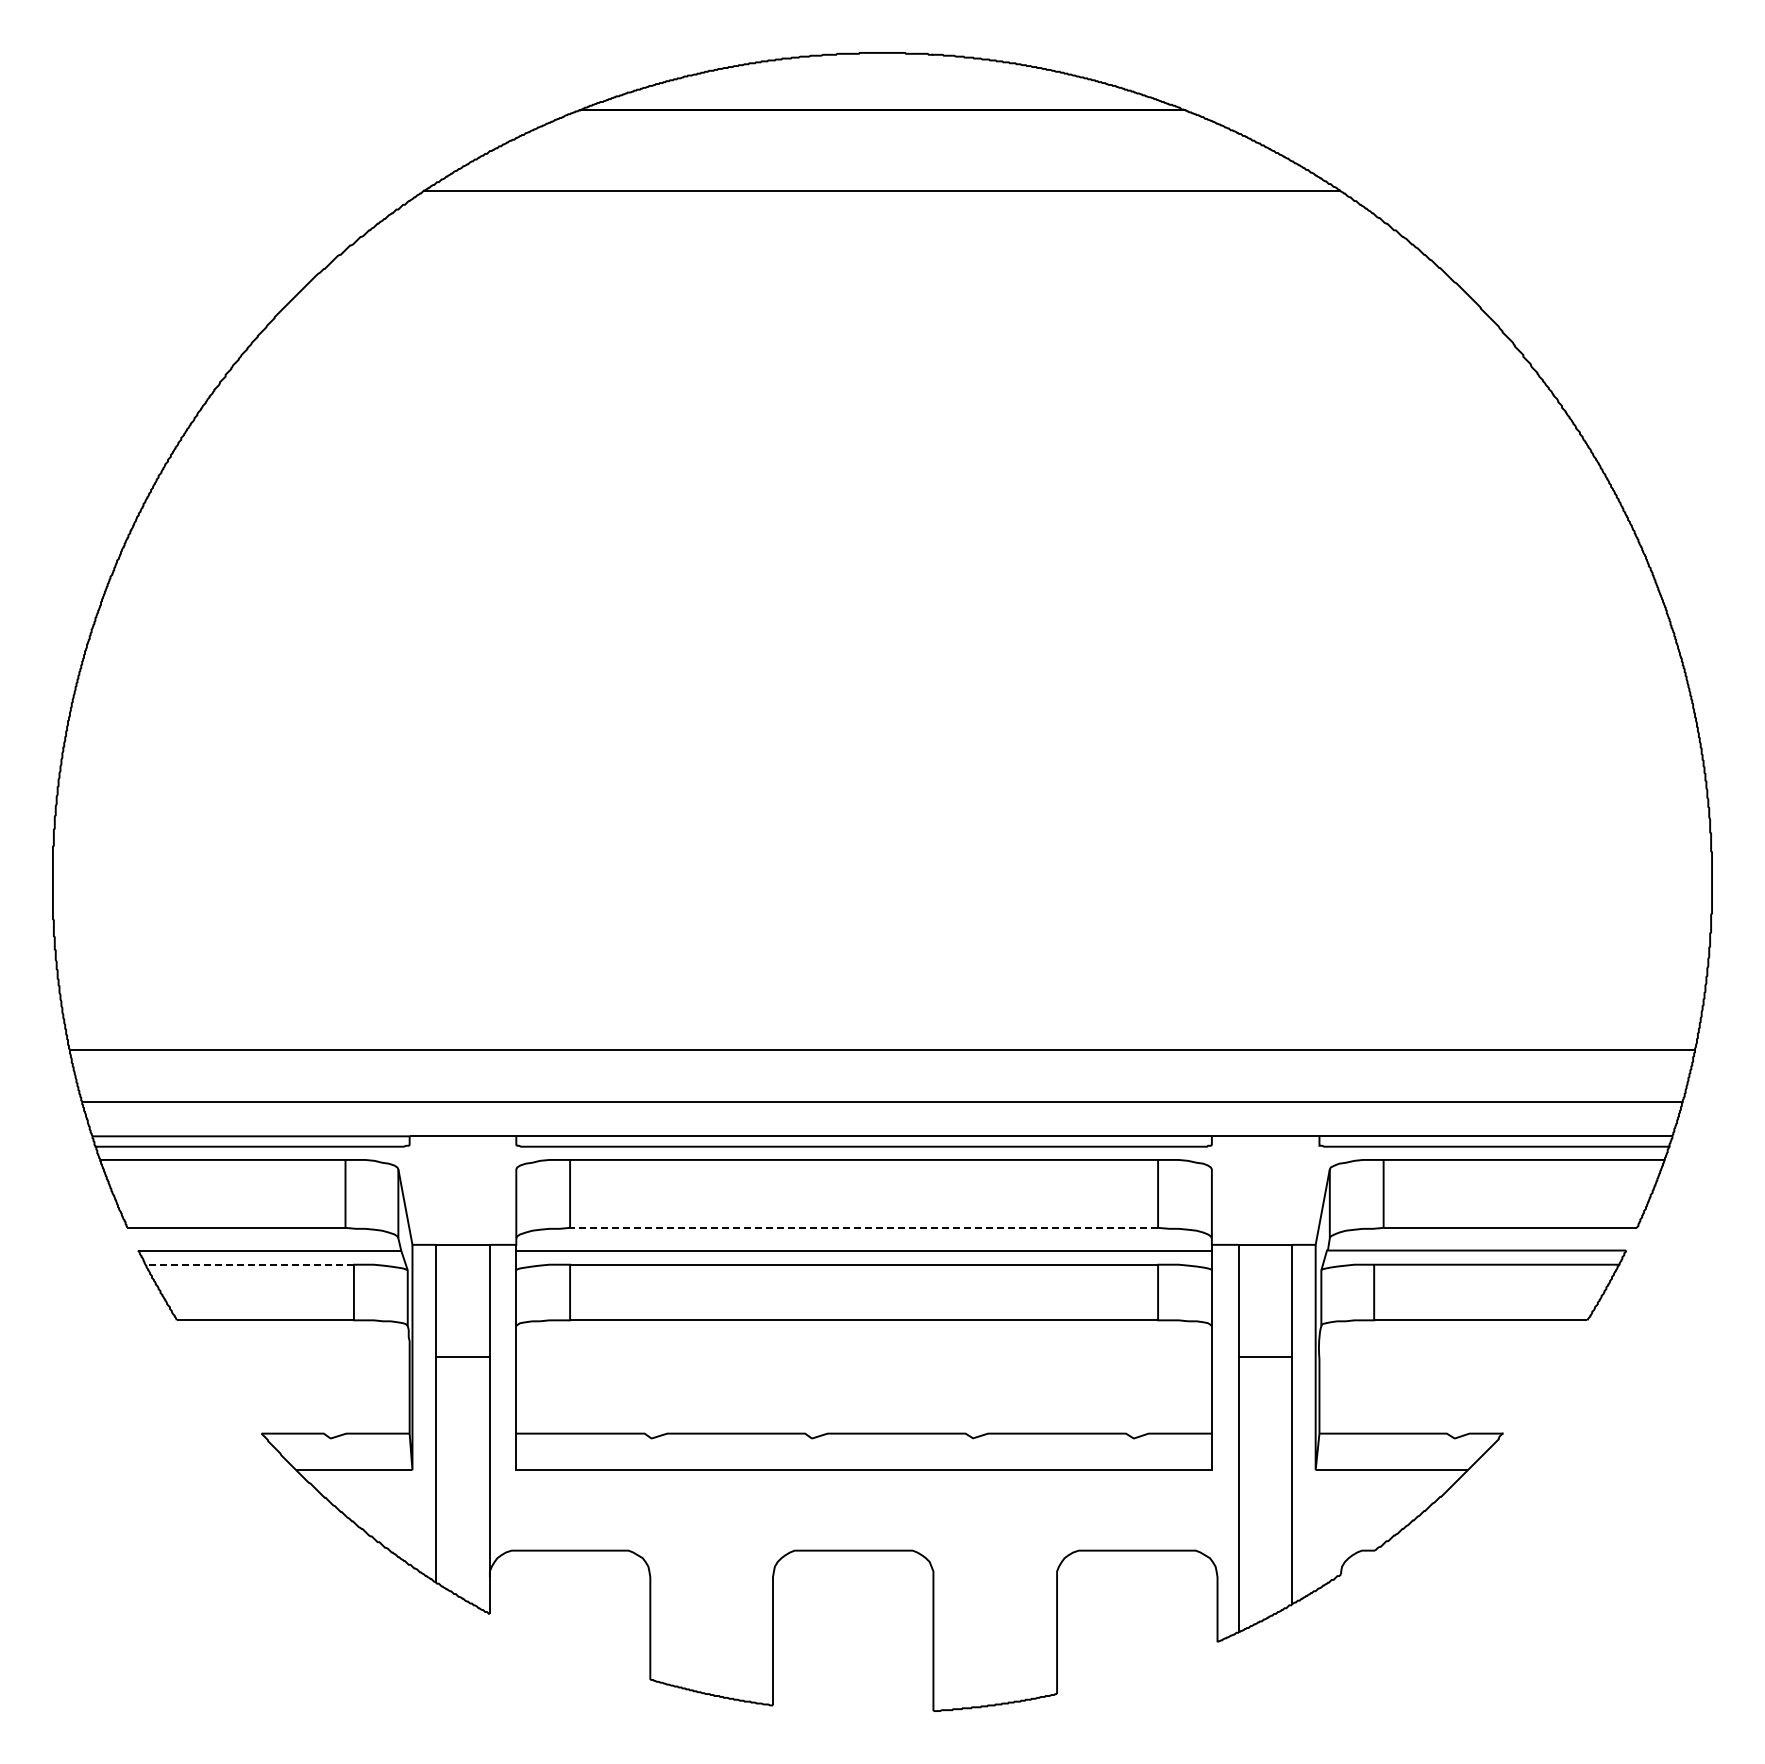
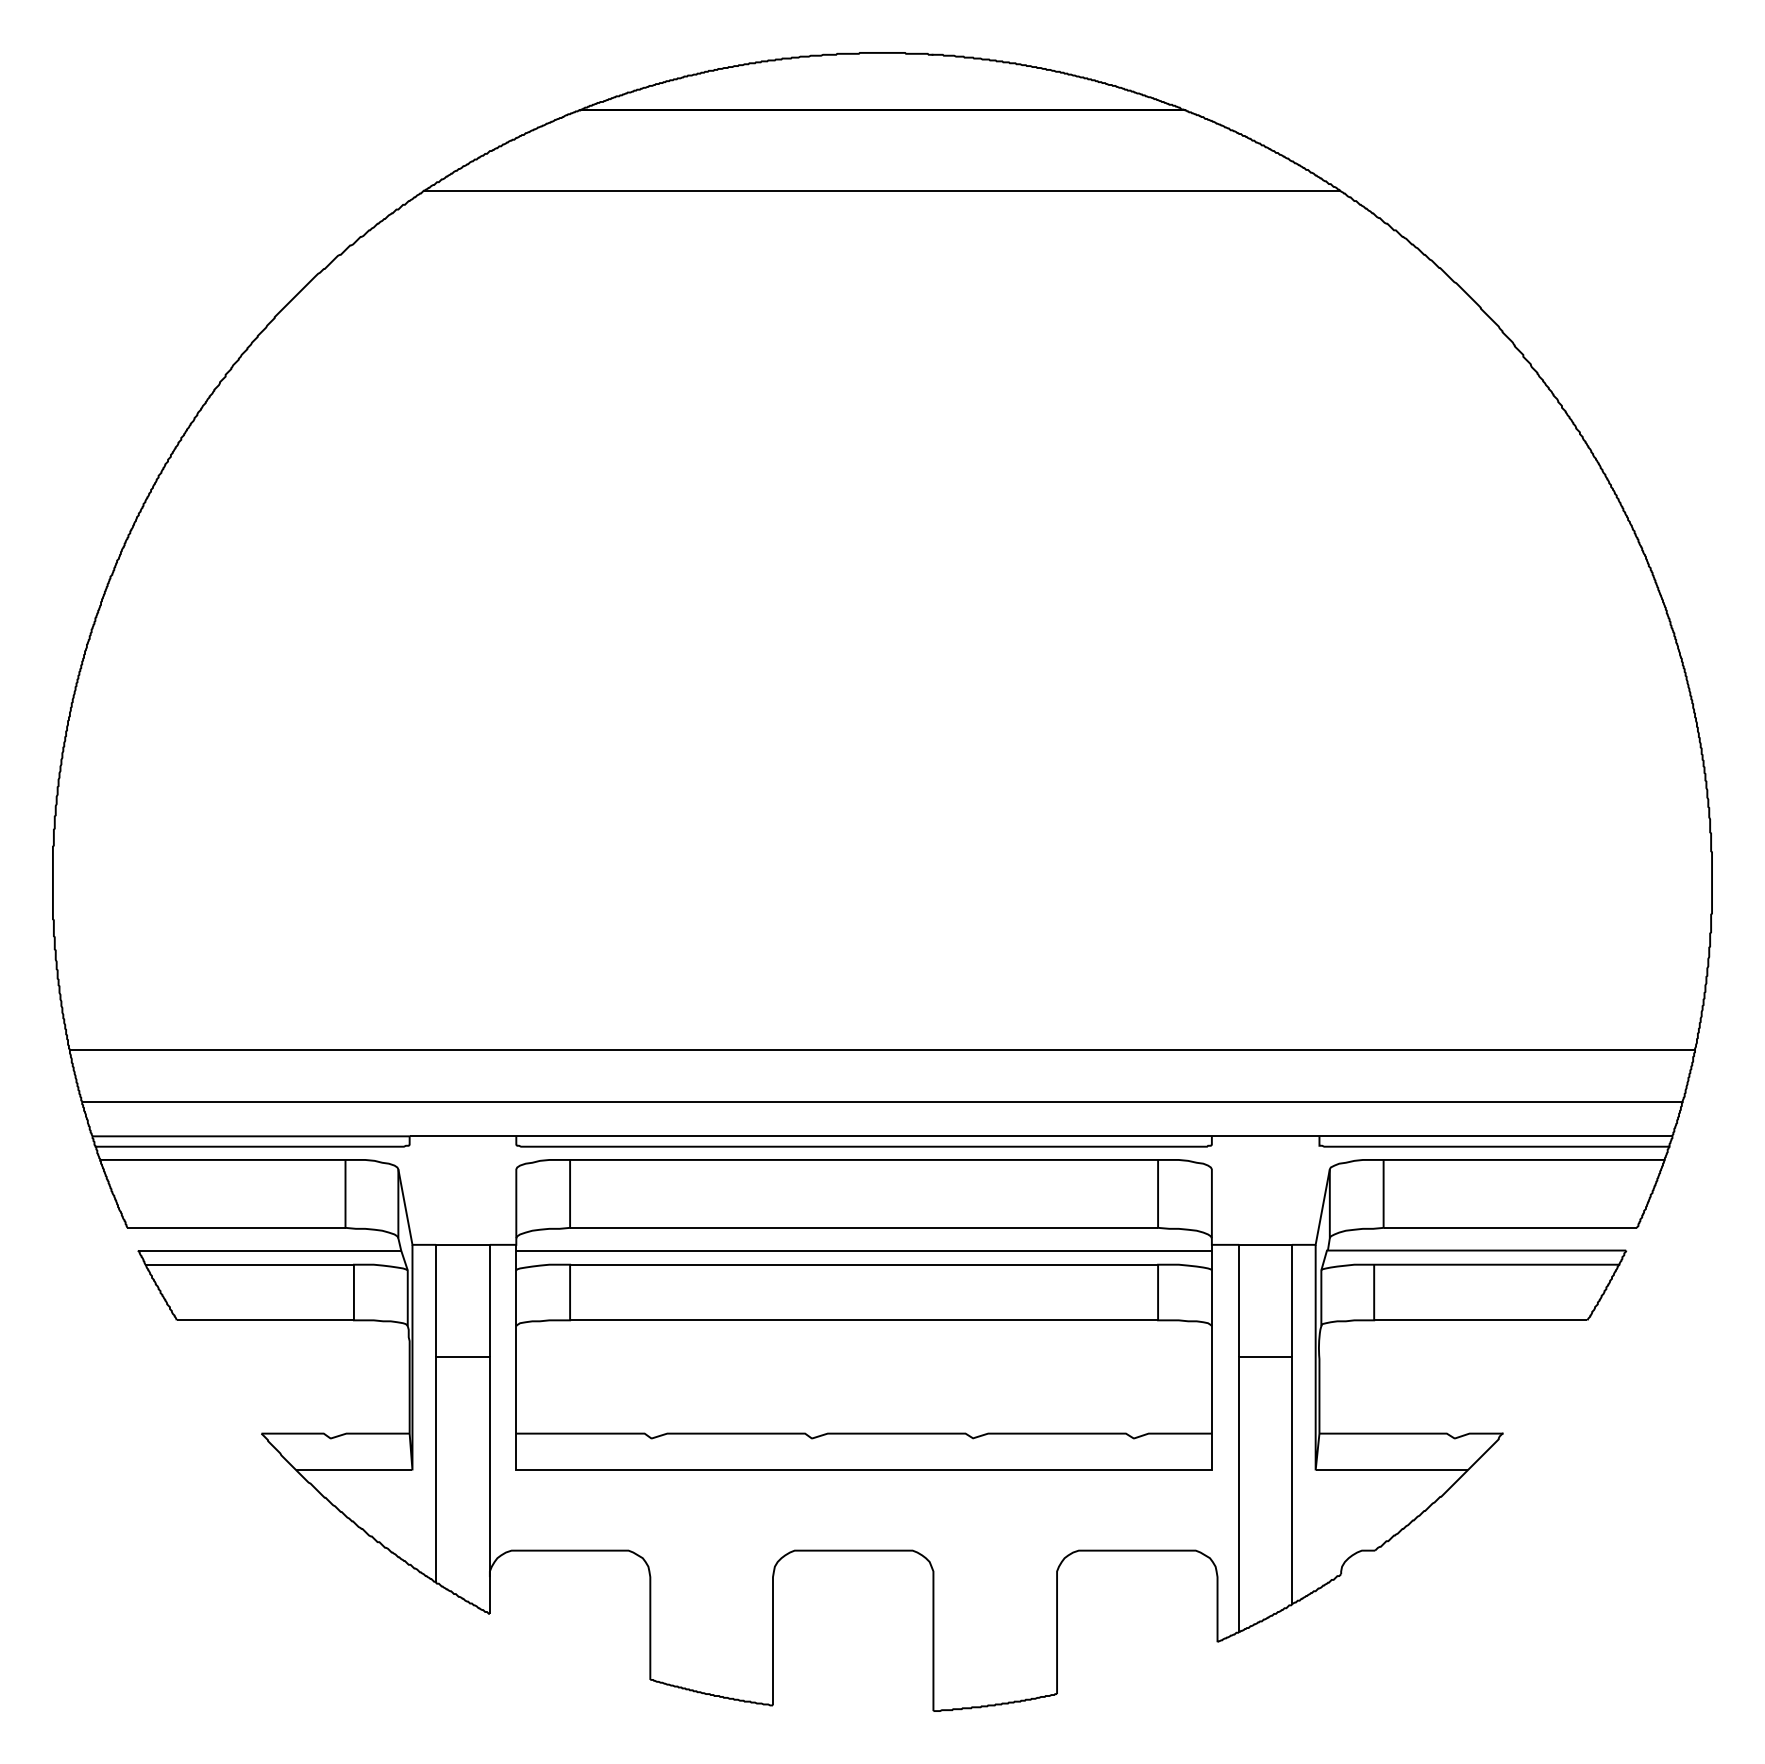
line at (864, 1227): dashed -> solid
line at (249, 1264): dashed -> solid
